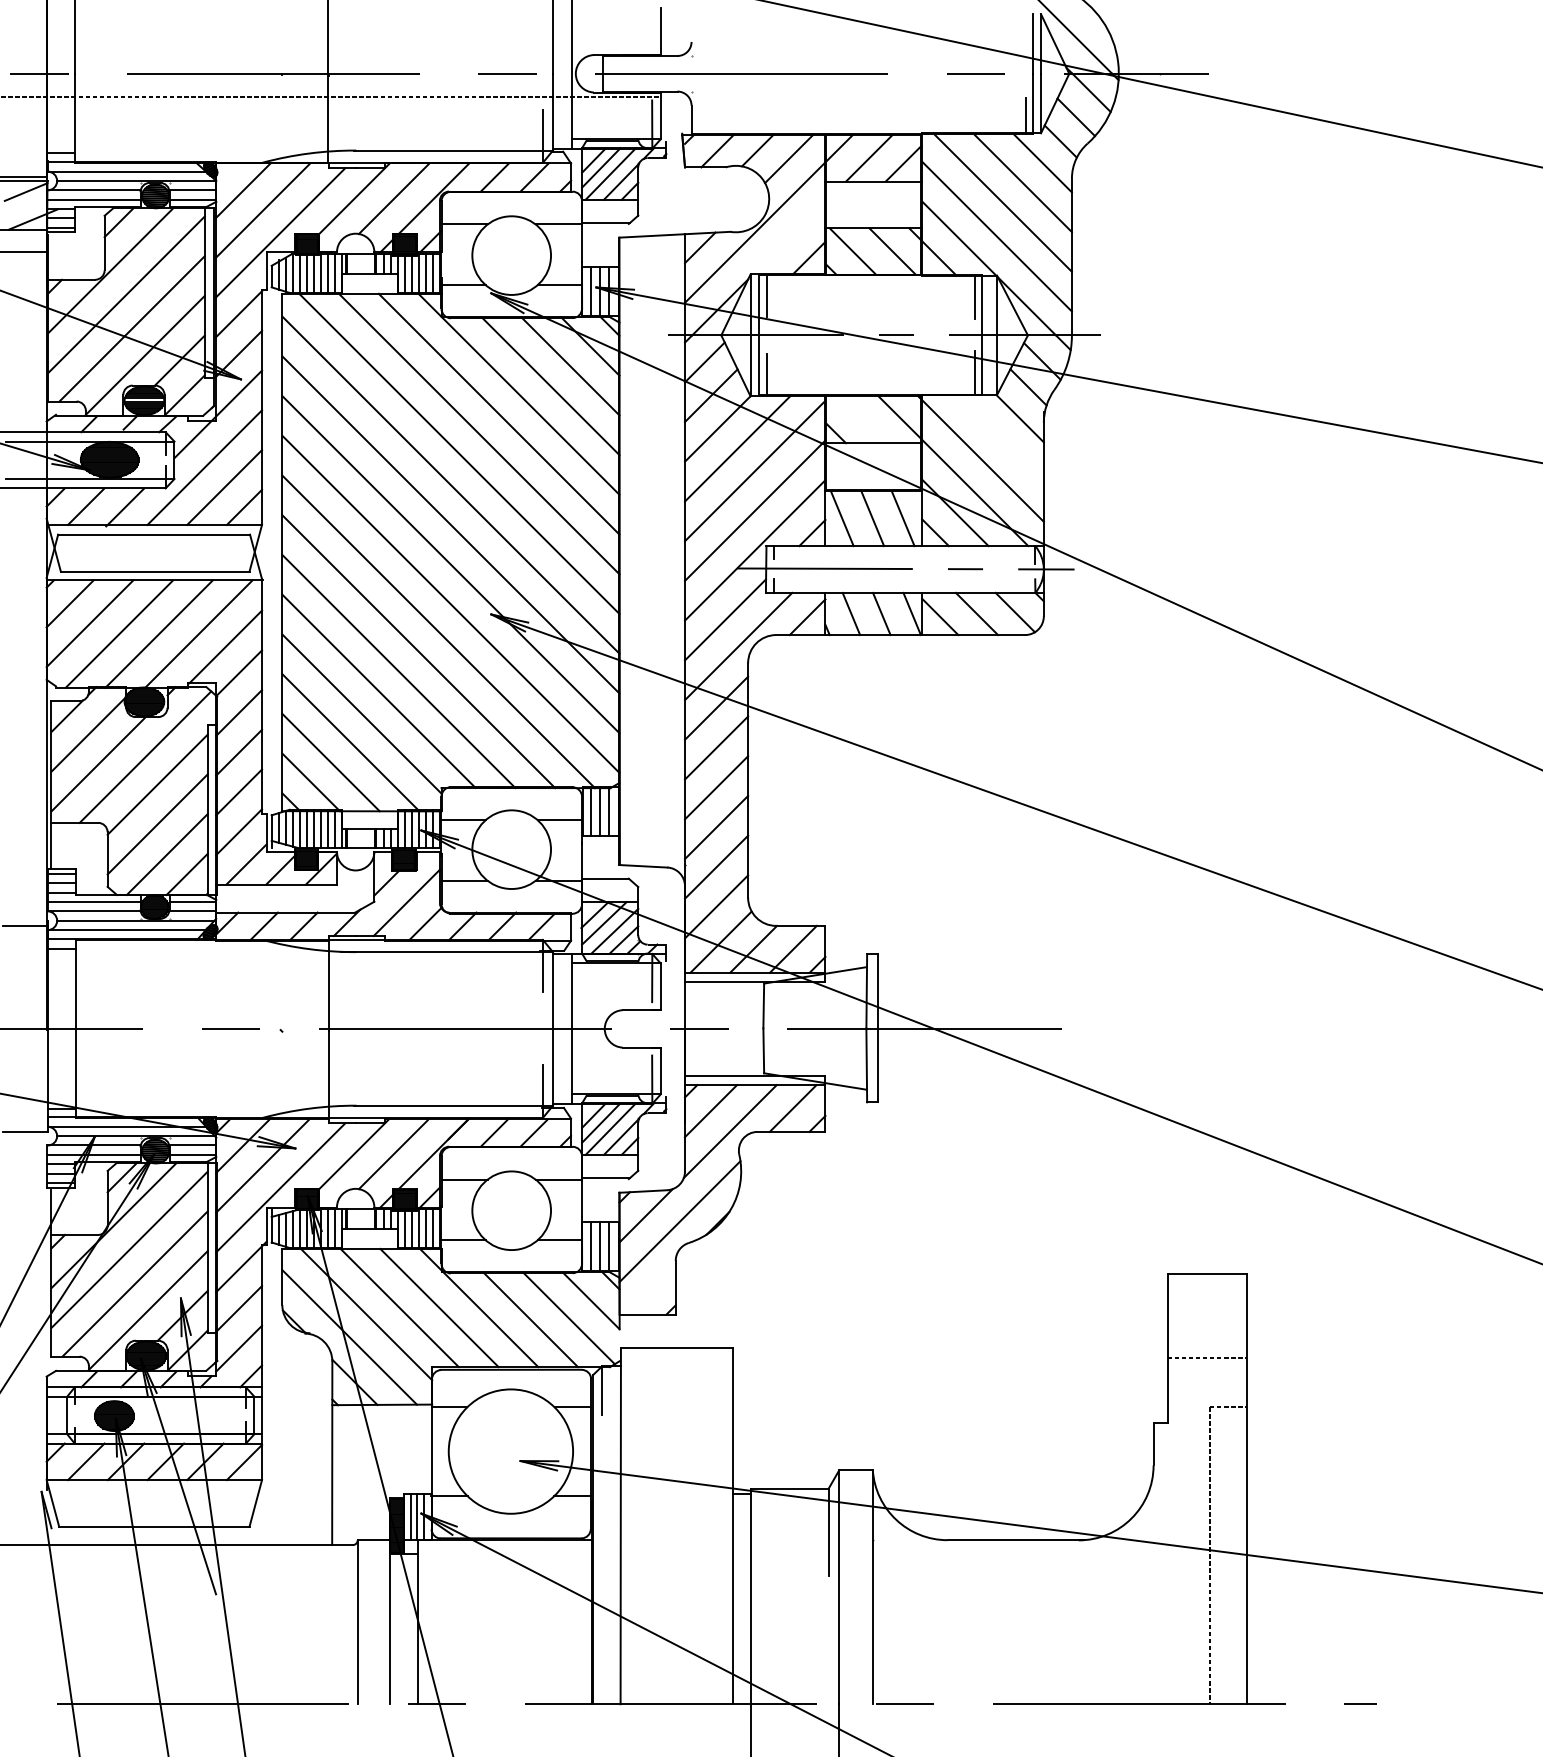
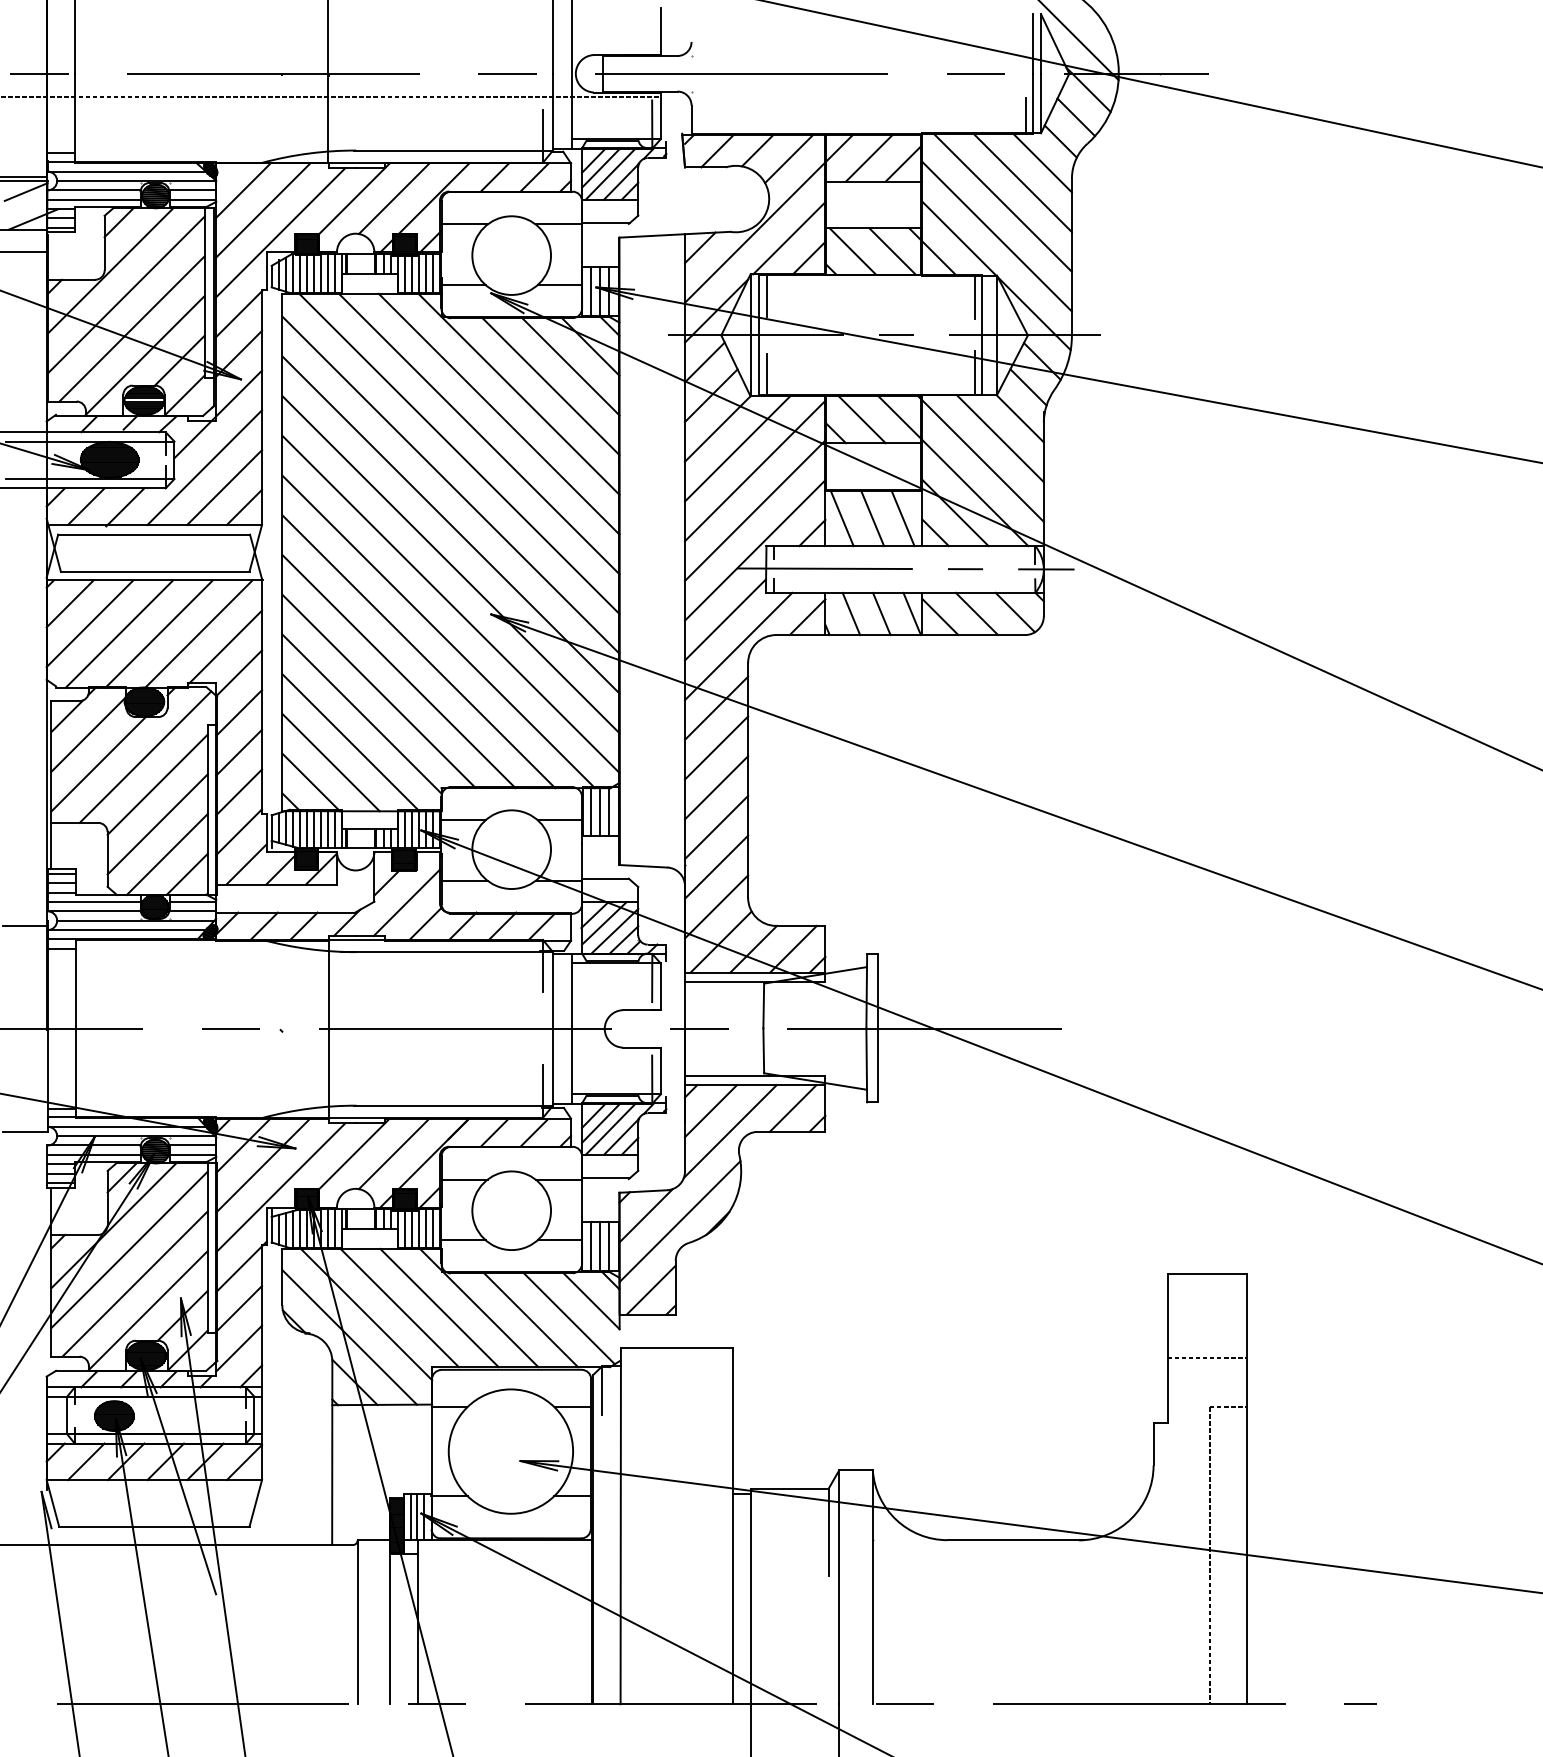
line at (789, 238): none -> present
line at (861, 419): none -> present
line at (1000, 438): none -> present
line at (650, 1289): none -> present
